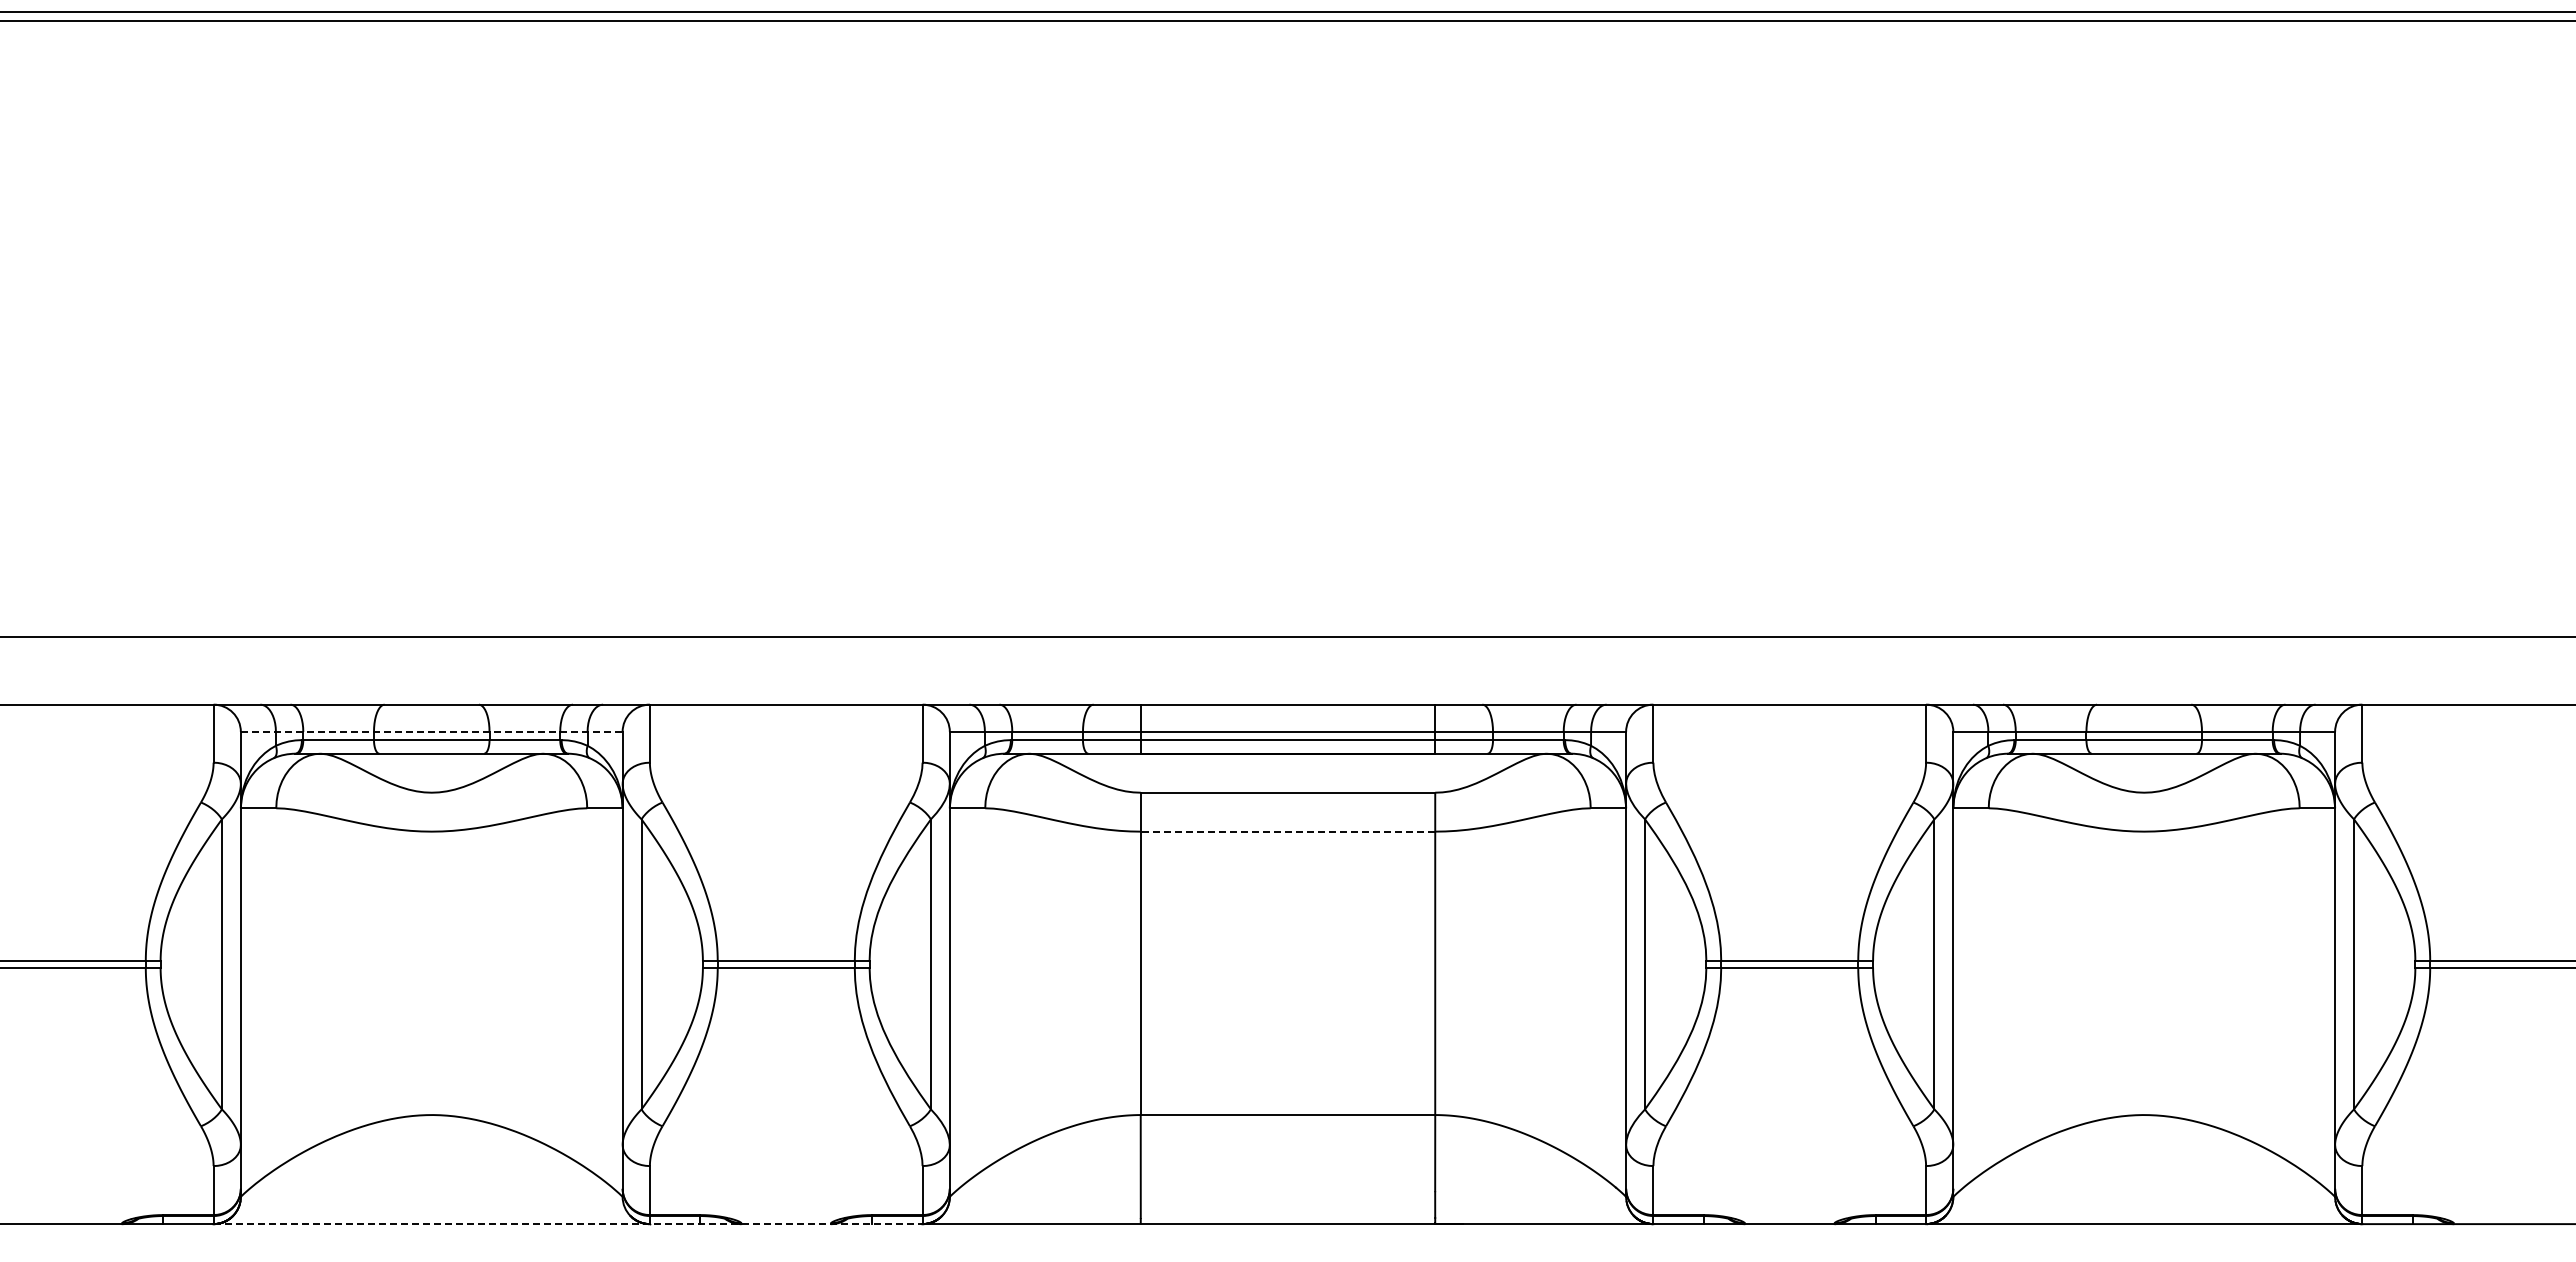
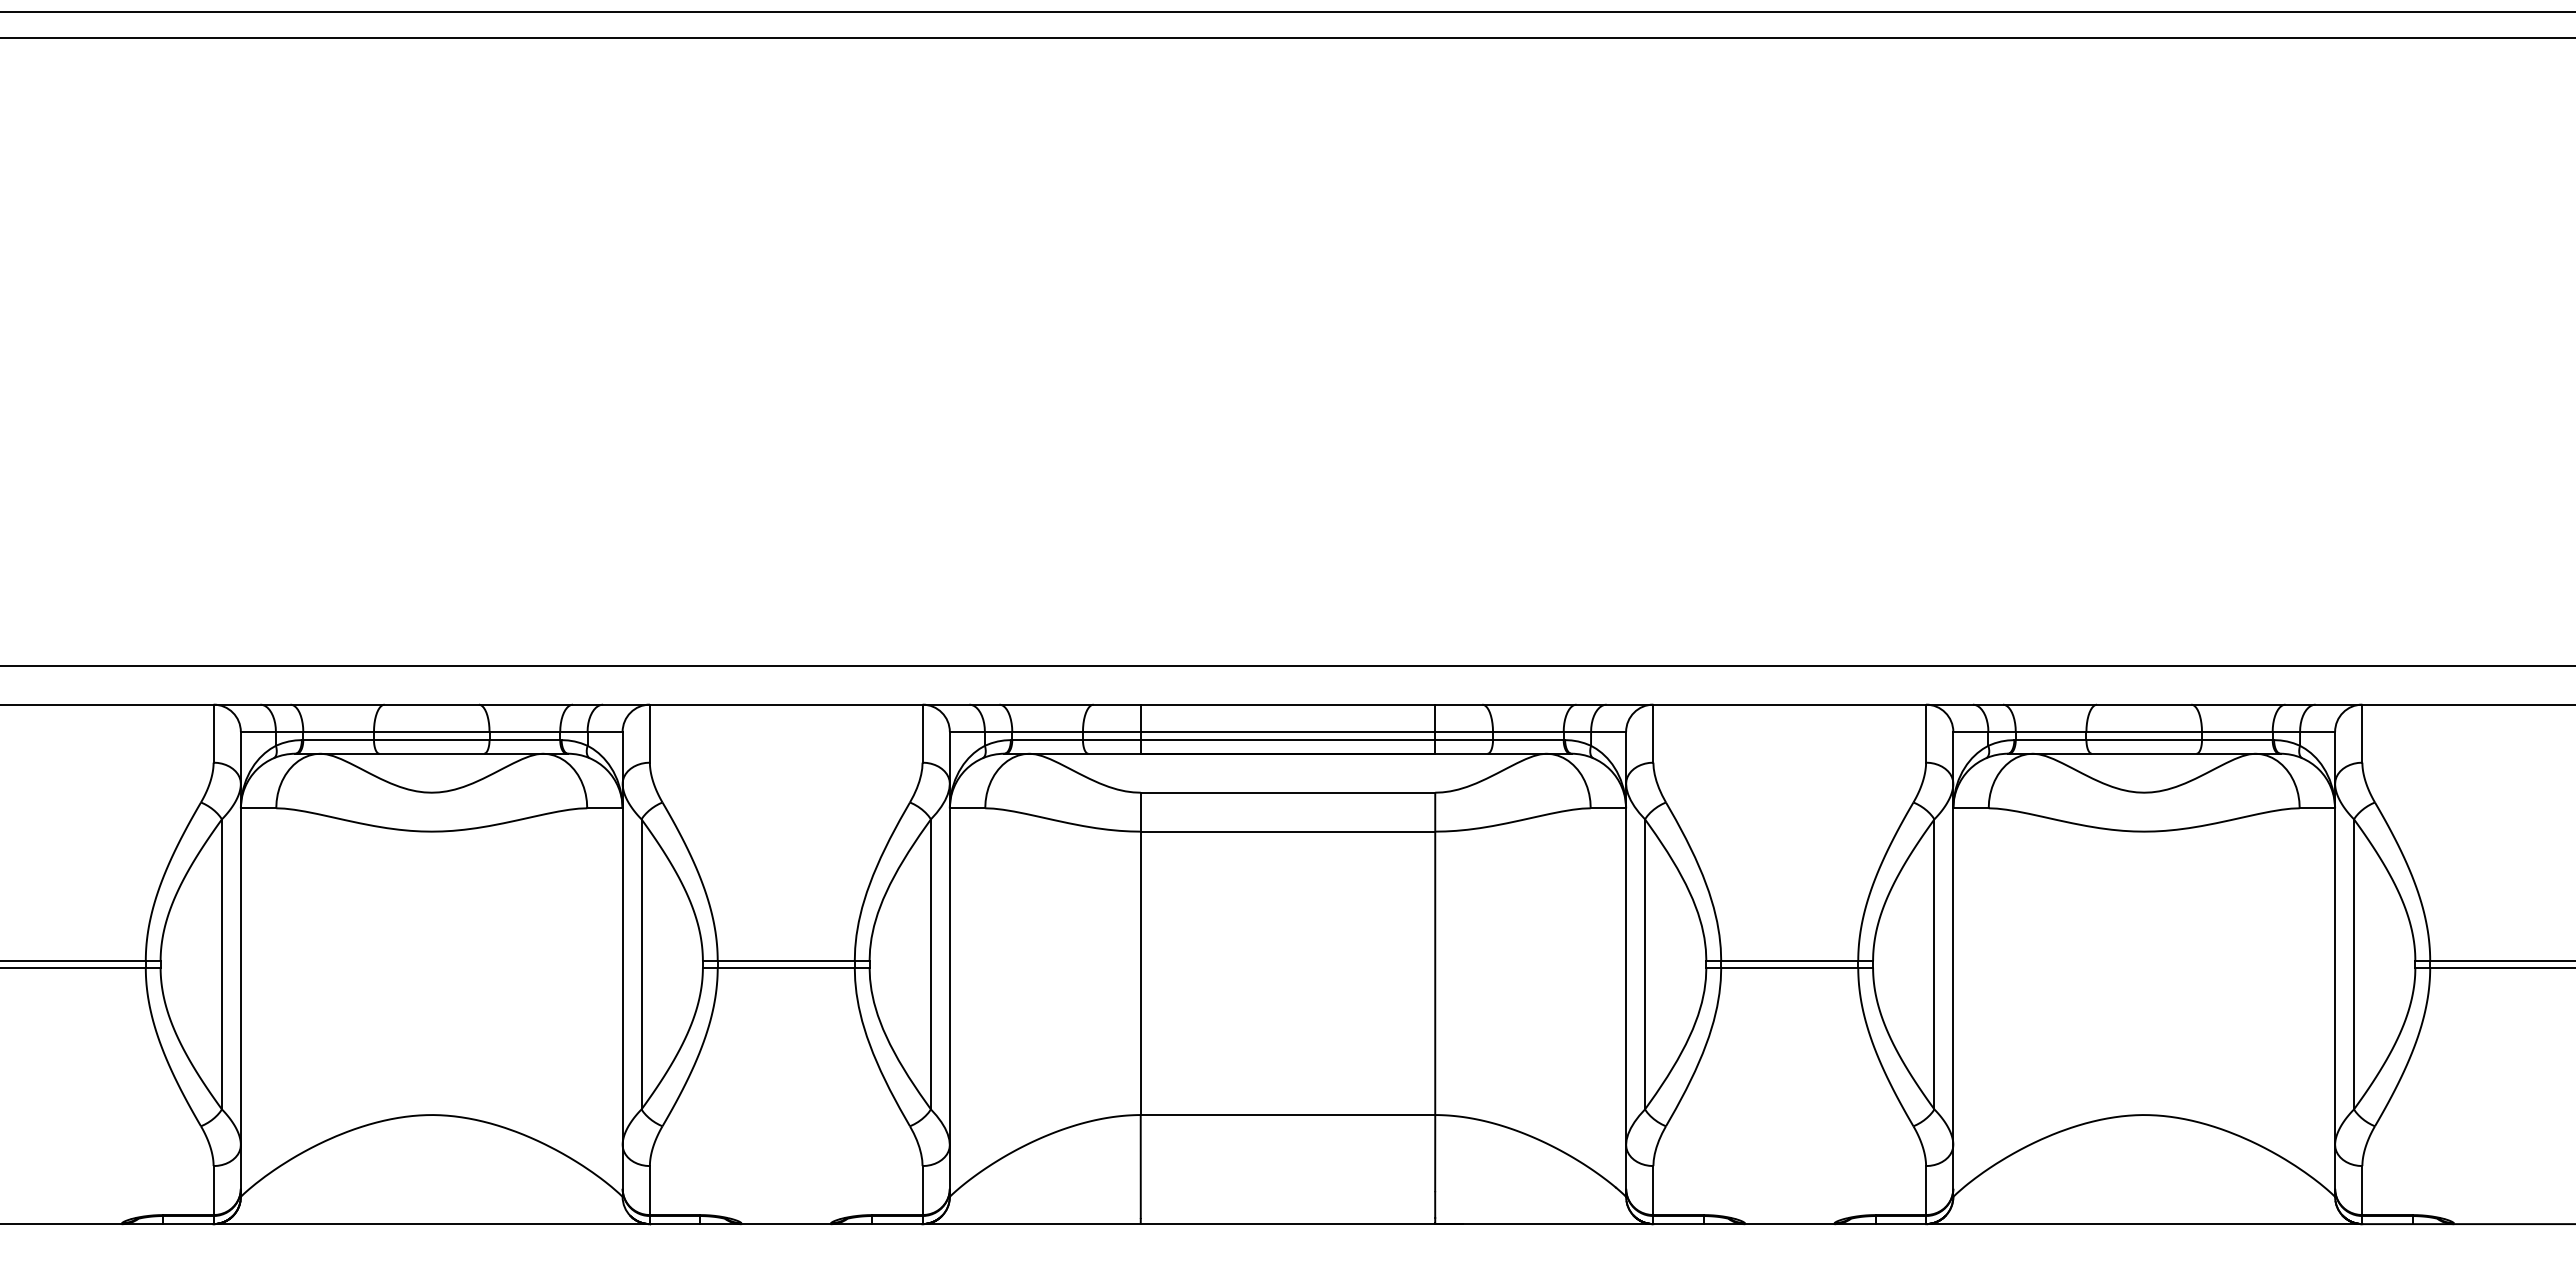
line at (1287, 20) position: (1287, 20) -> (1287, 37)
line at (1287, 636) position: (1287, 636) -> (1287, 665)
line at (431, 731): dashed -> solid
line at (1287, 831): dashed -> solid
line at (568, 1224): dashed -> solid
